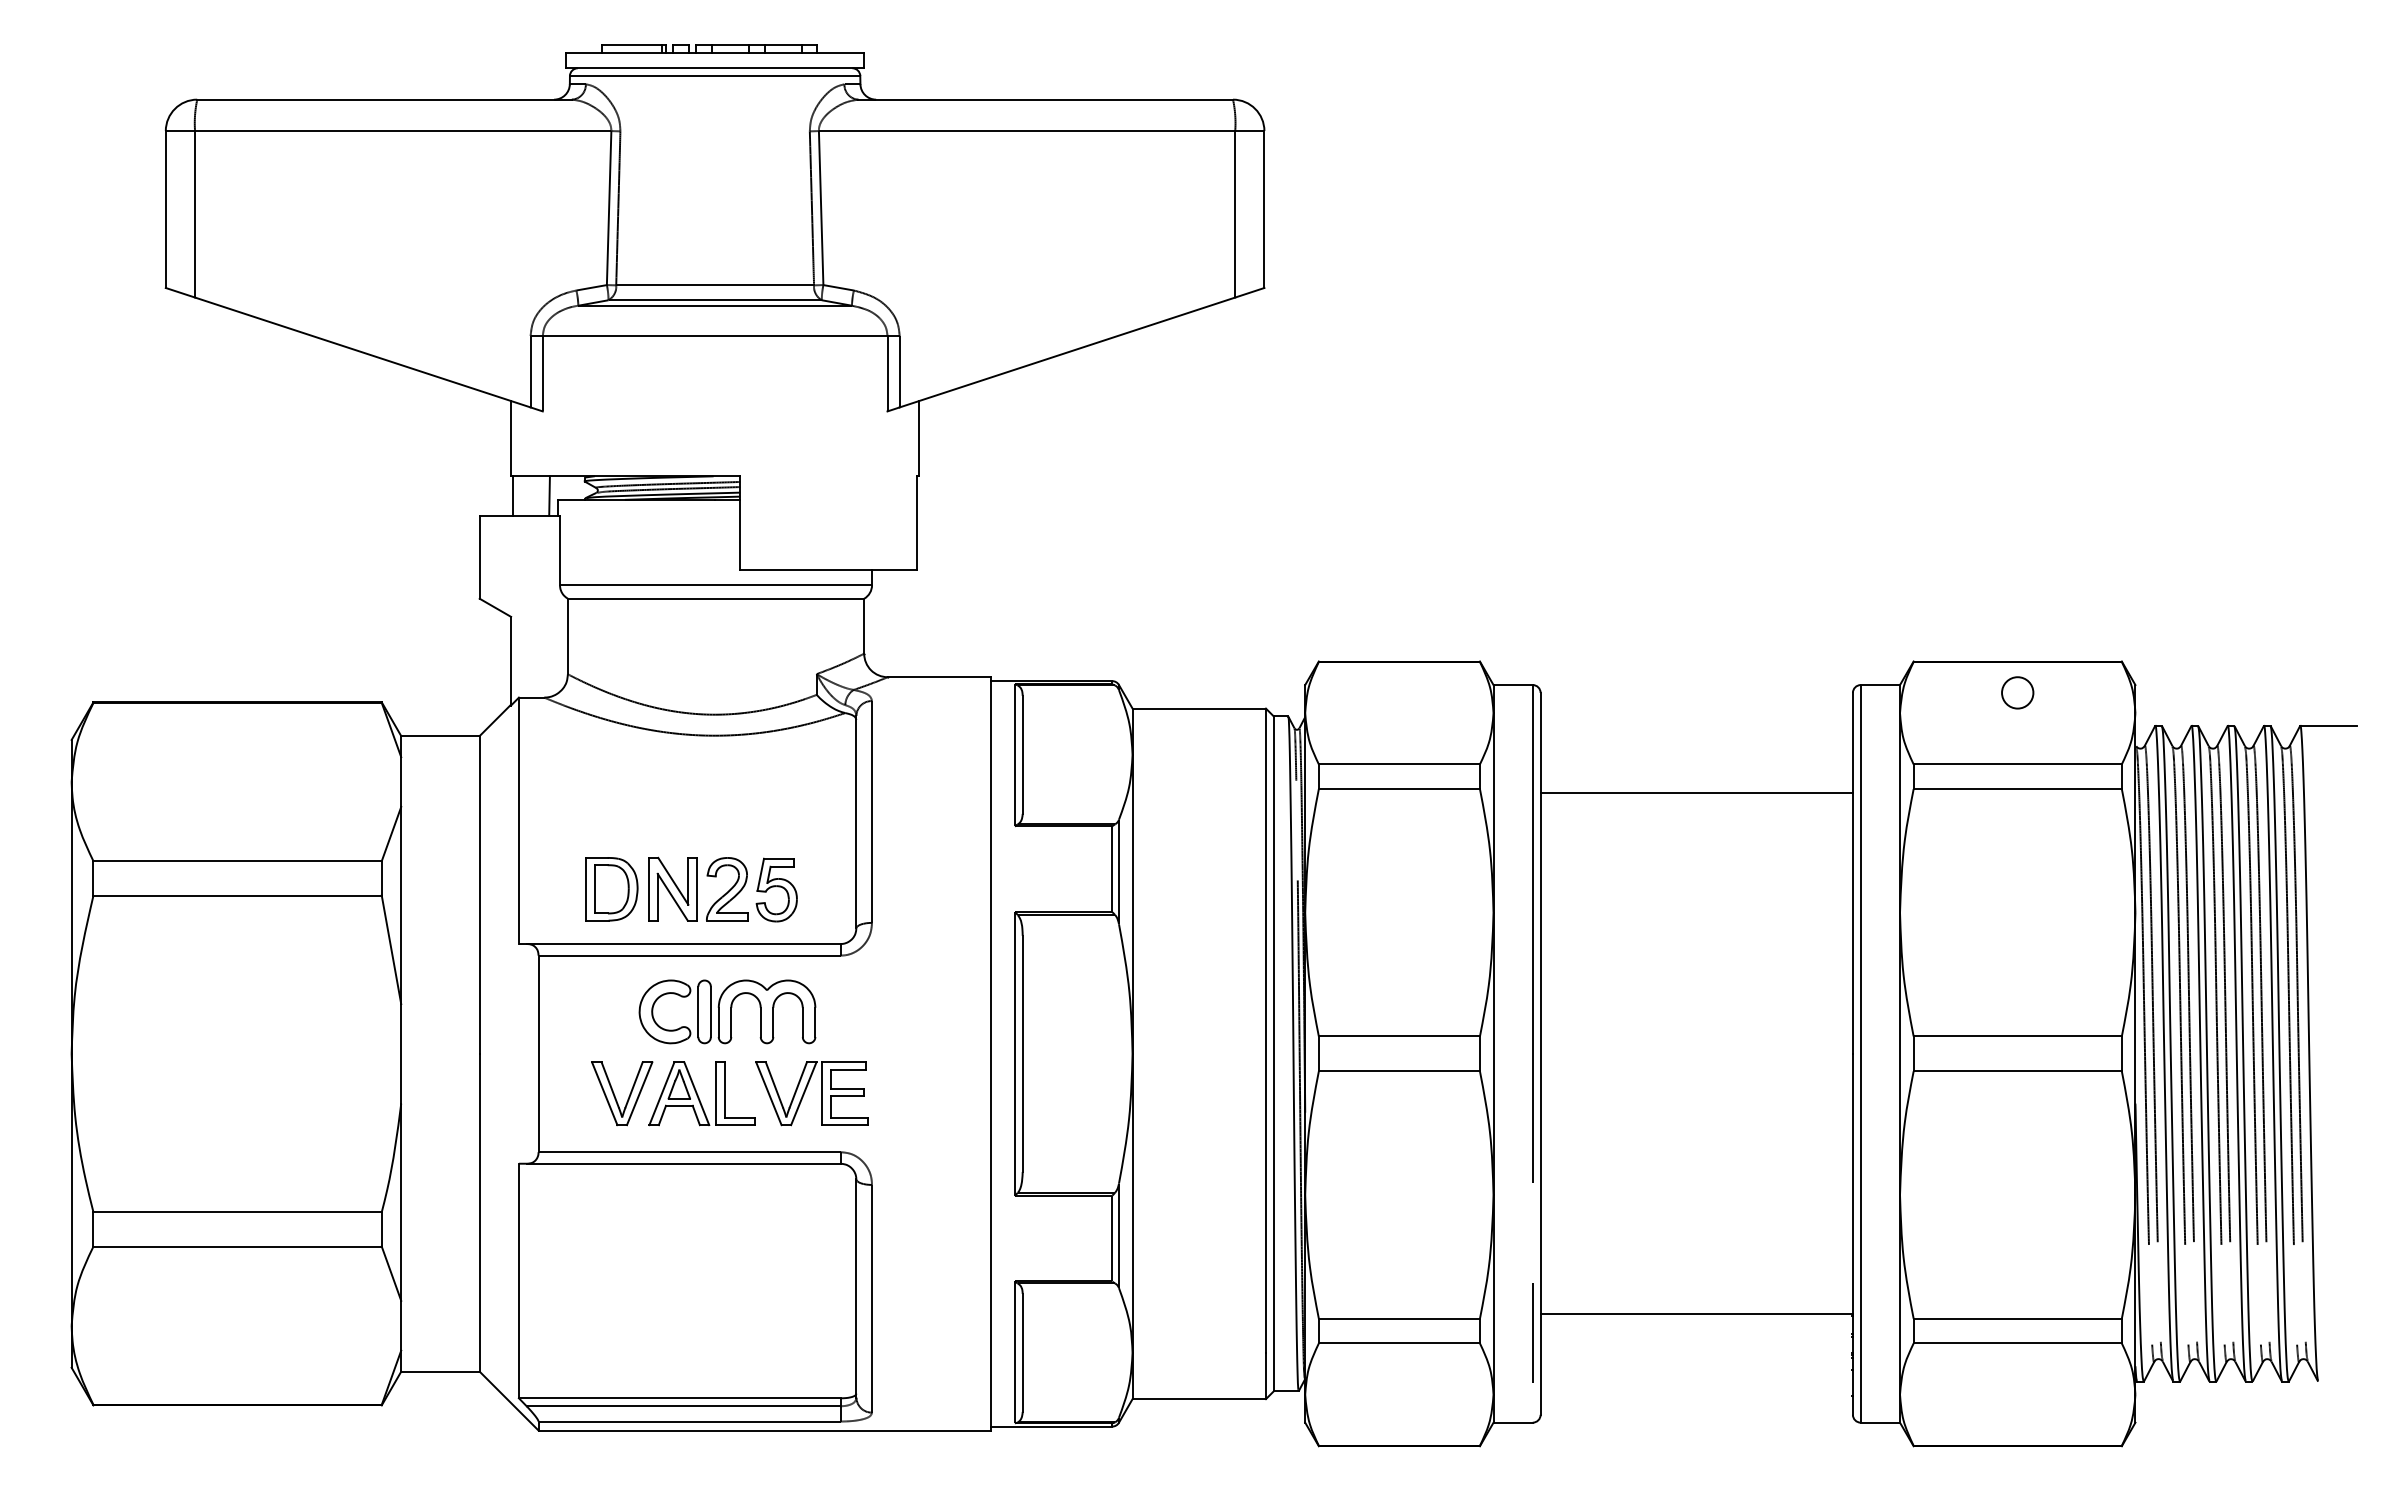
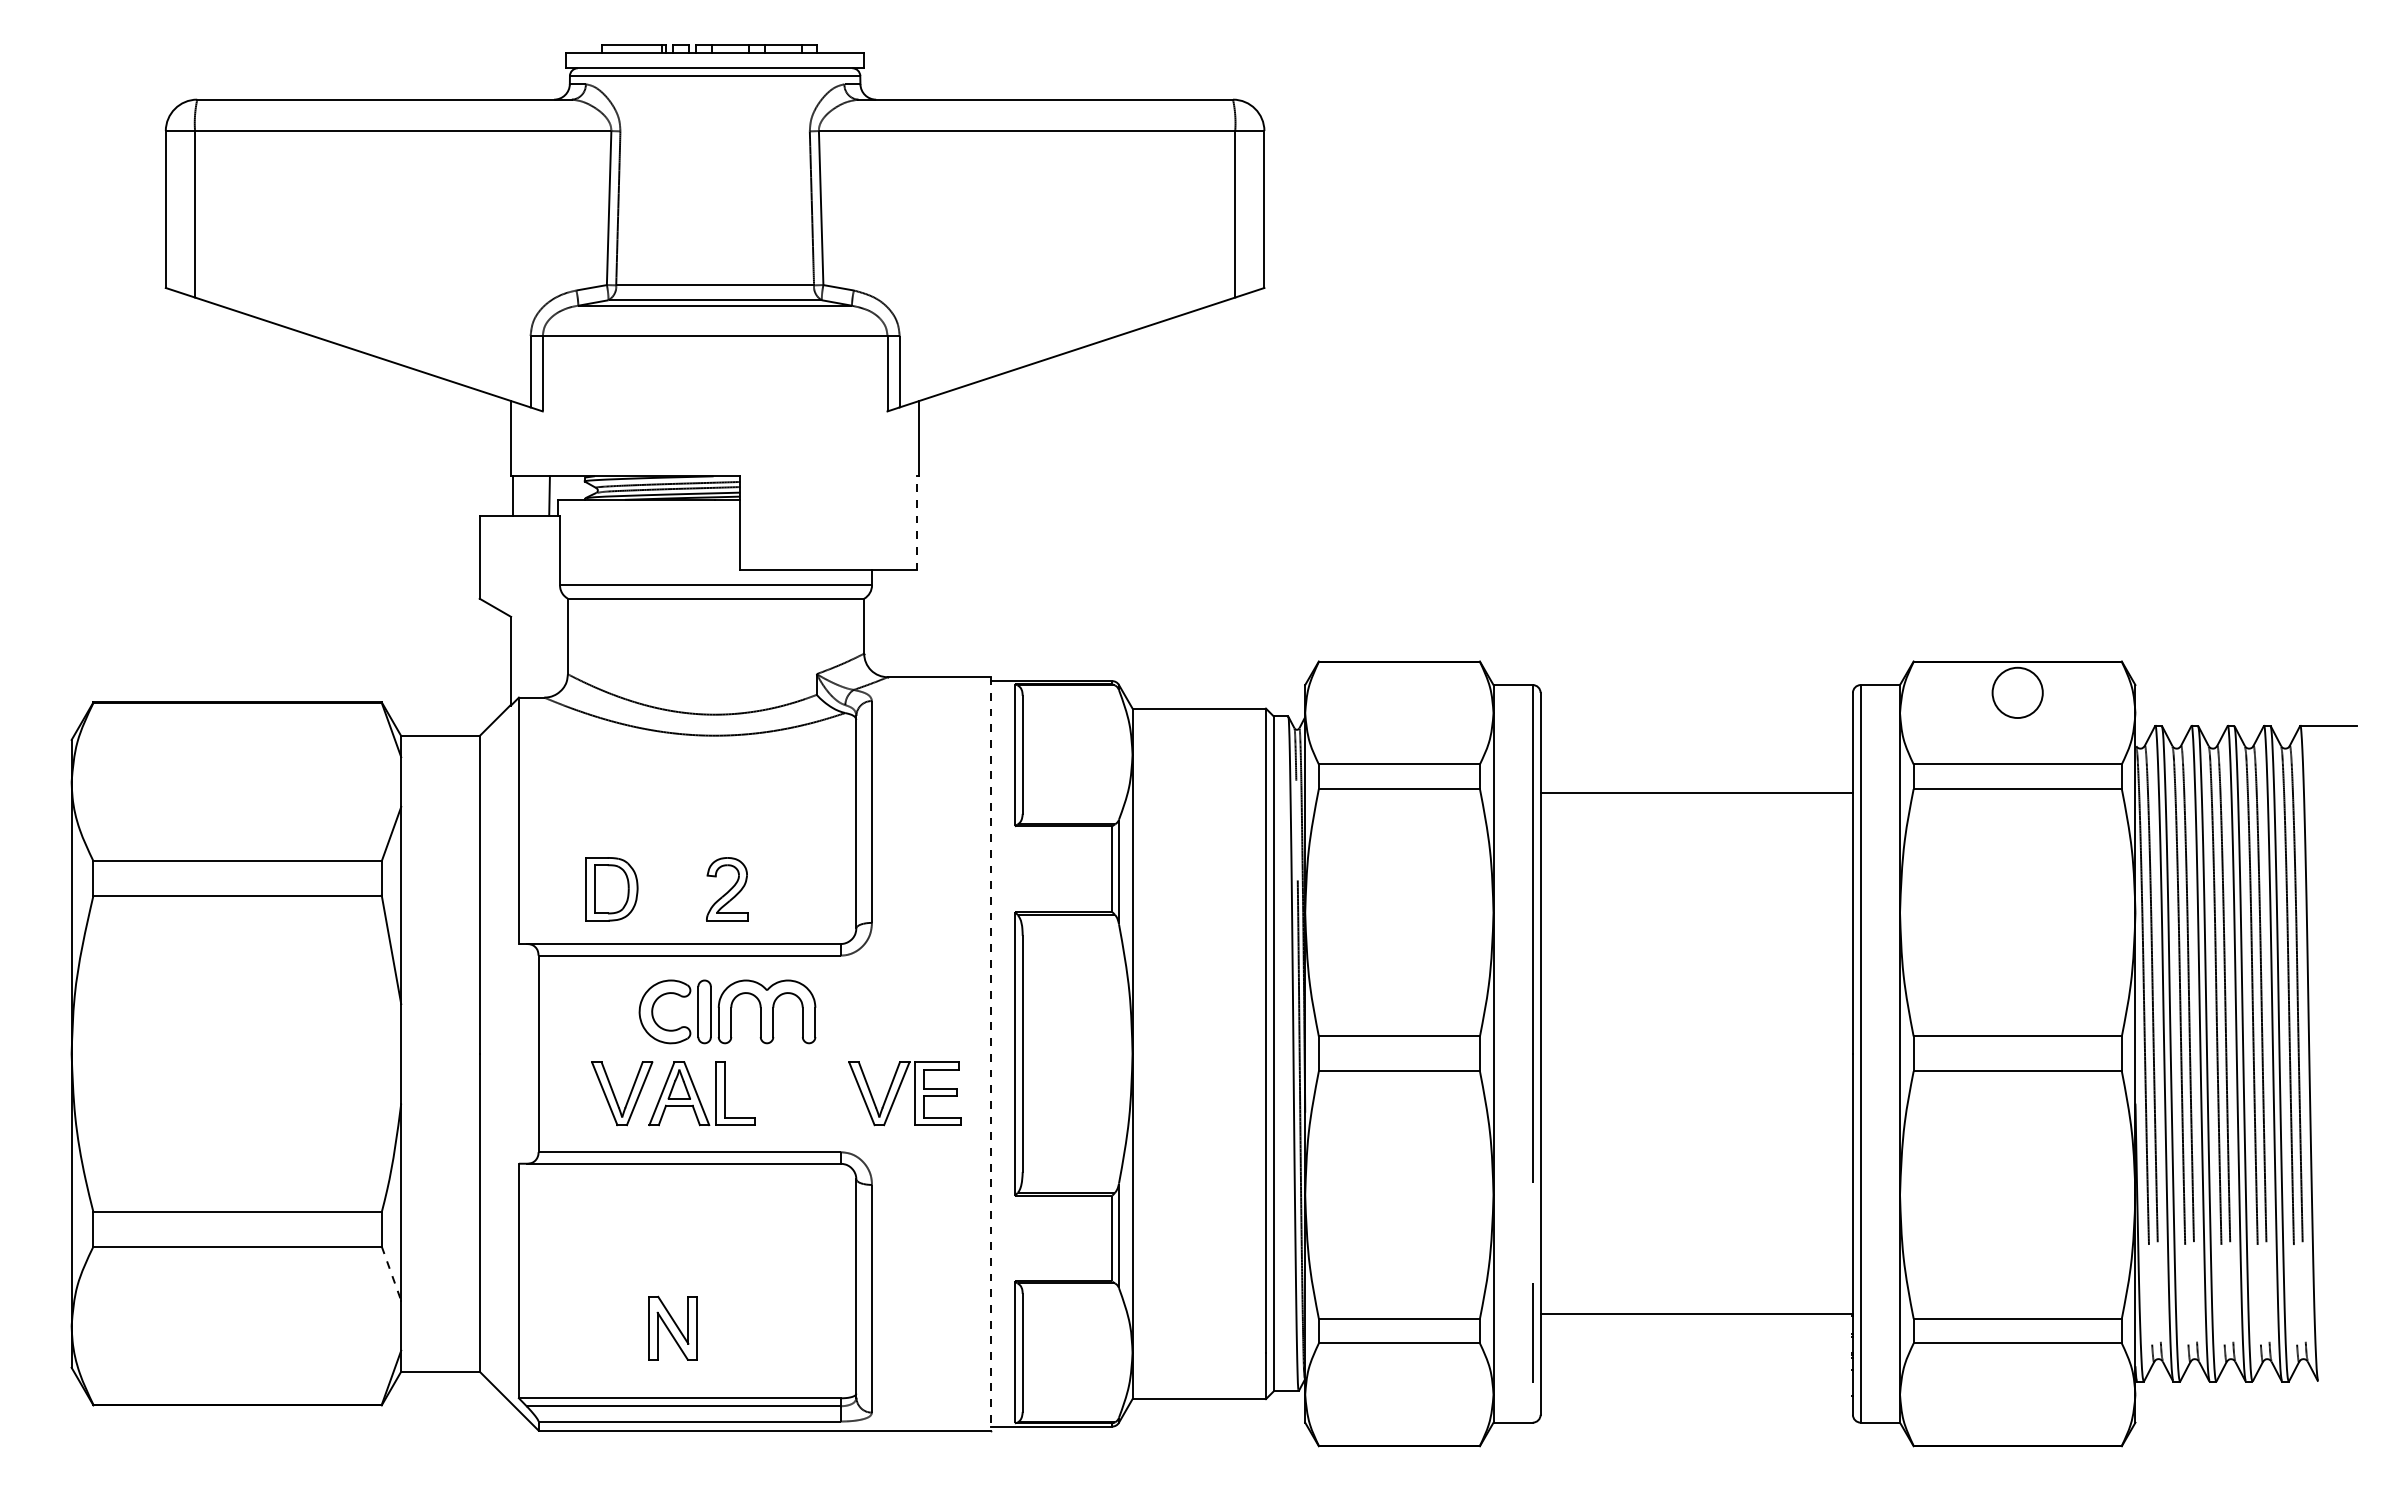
line at (917, 522): solid -> dashed
circle at (2017, 692) diameter: 31 px -> 50 px
part at (672, 888) position: (672, 888) -> (672, 1327)
part at (776, 889): present -> none
line at (991, 1053): solid -> dashed
part at (811, 1093) position: (811, 1093) -> (904, 1093)
line at (391, 1273): solid -> dashed
